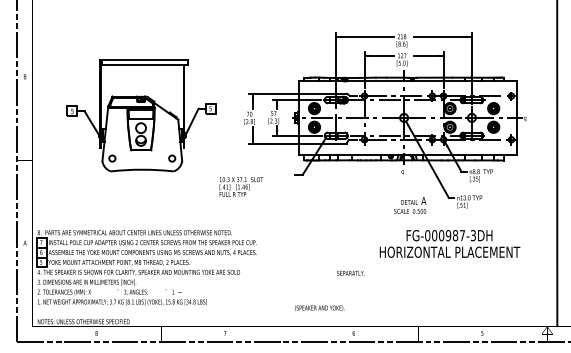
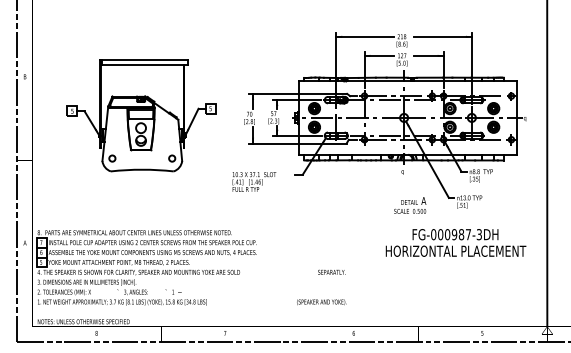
line at (557, 164) position: (557, 164) -> (547, 164)
text at (241, 186) position: (241, 186) -> (254, 181)
text at (449, 243) position: (449, 243) -> (455, 242)
text at (350, 272) position: (350, 272) -> (331, 271)
text at (319, 308) position: (319, 308) -> (321, 302)
